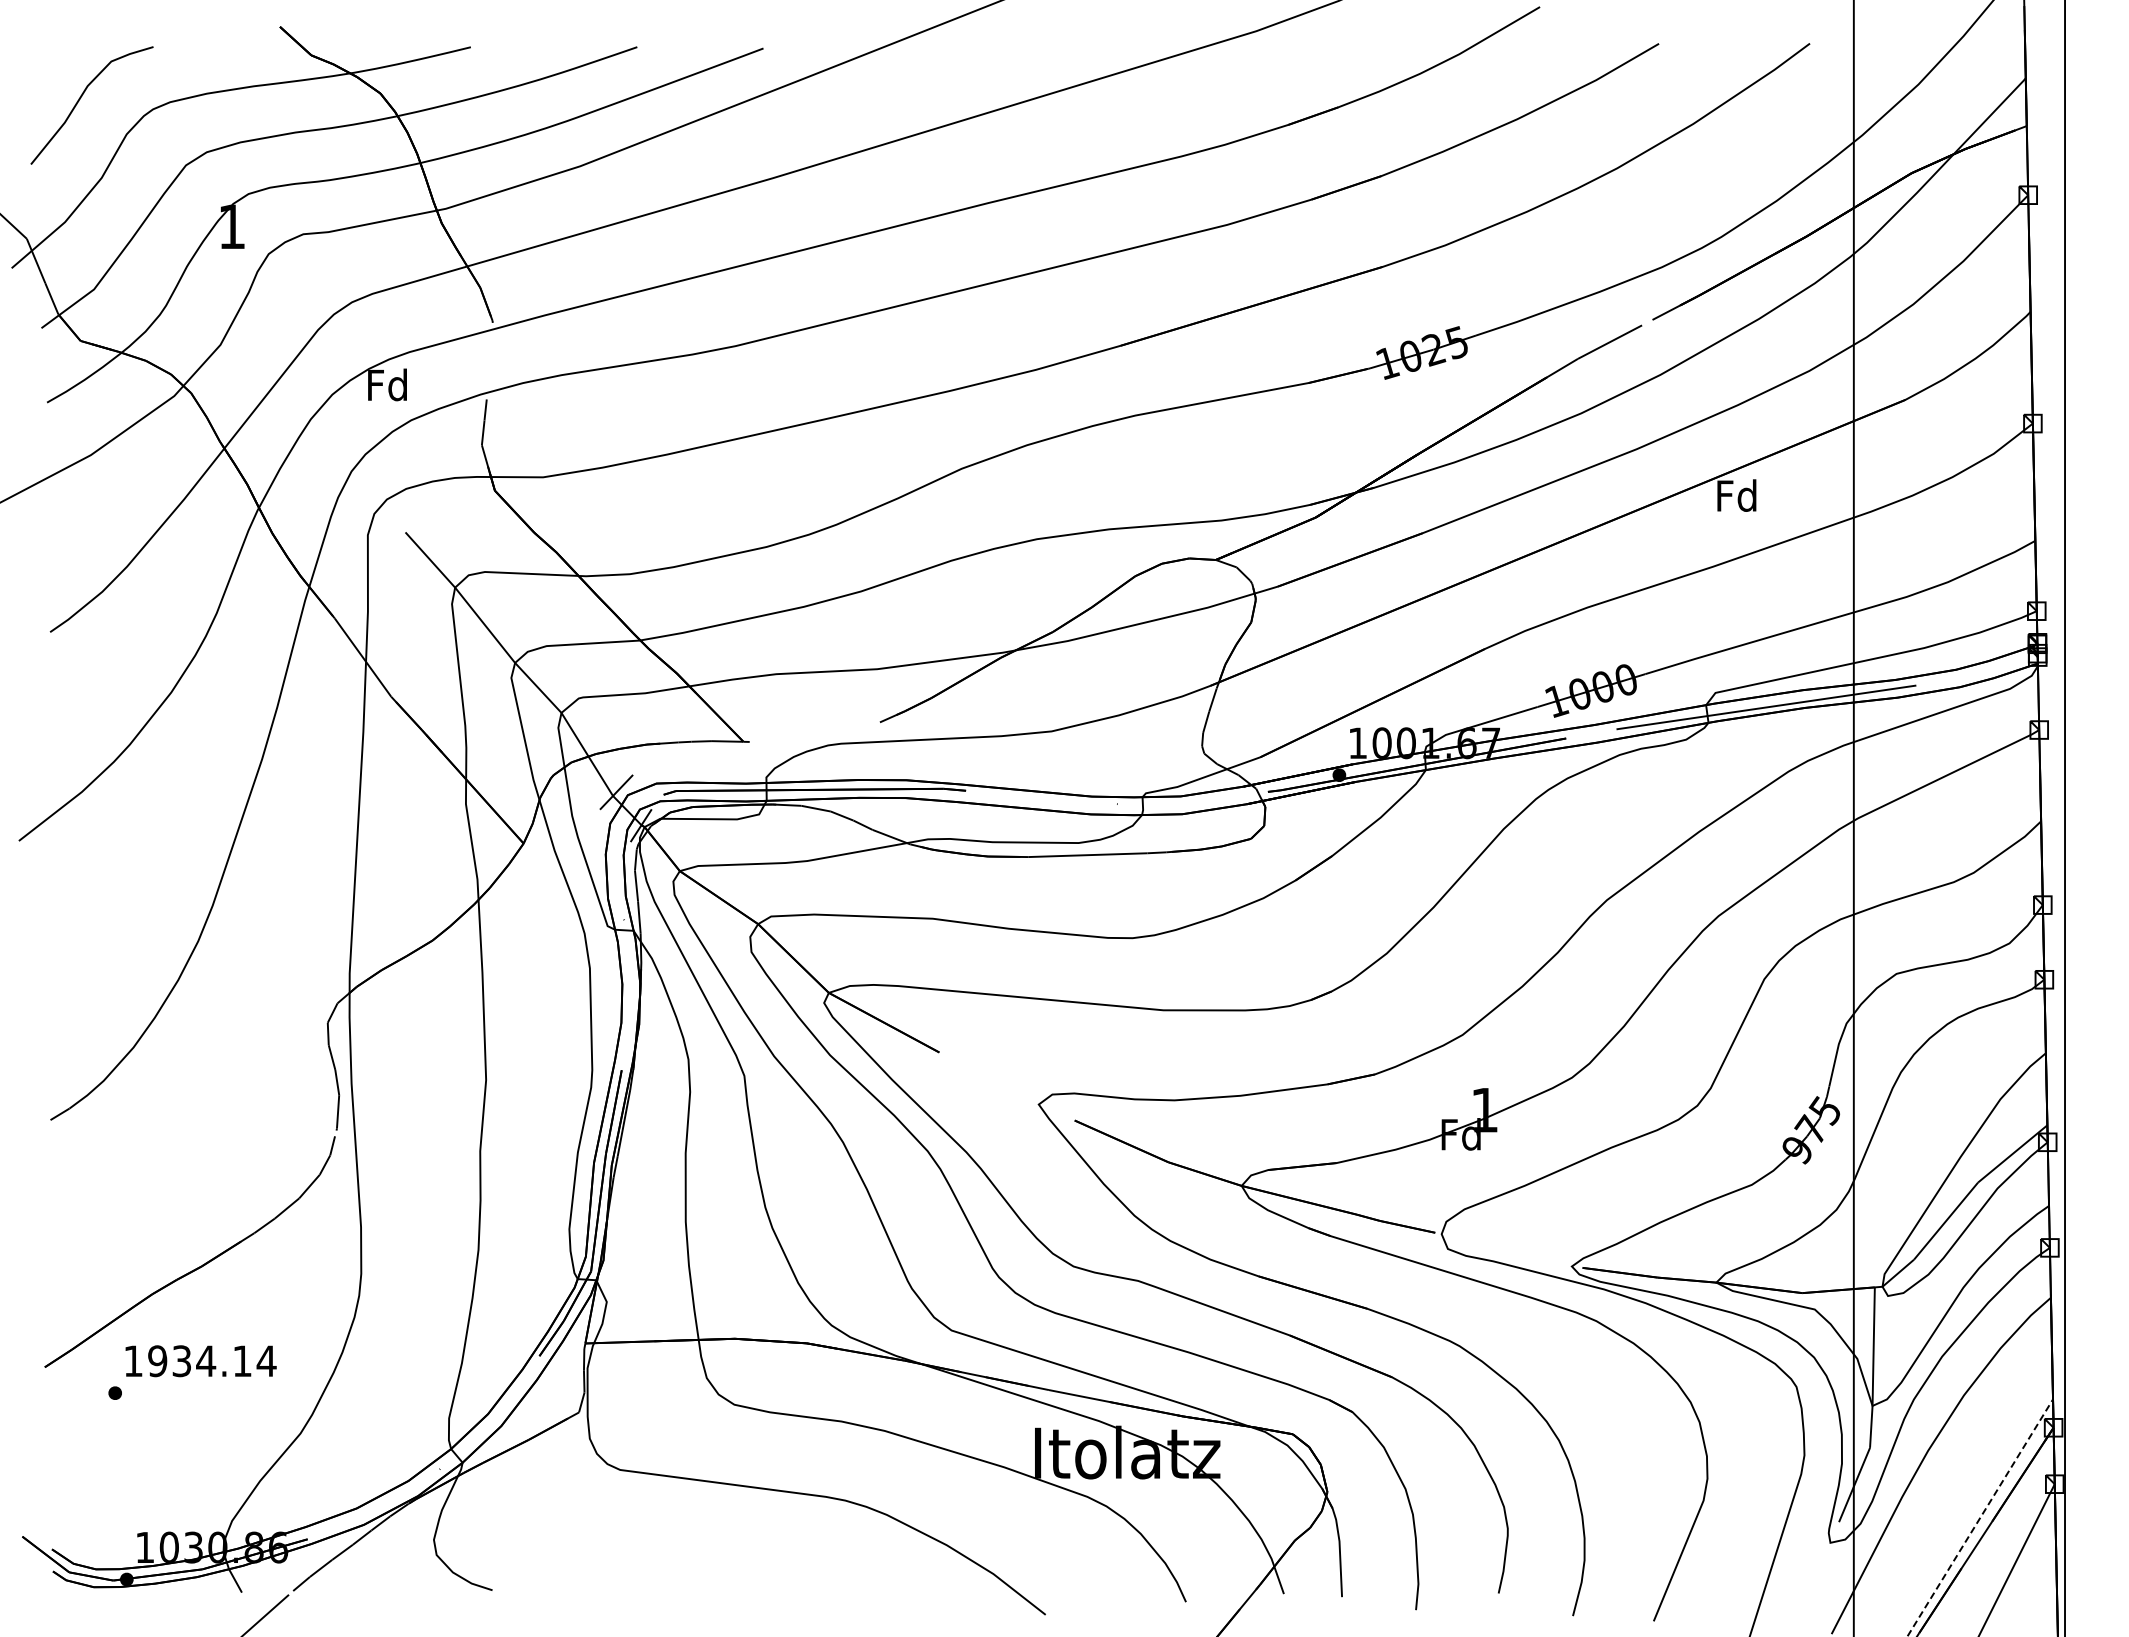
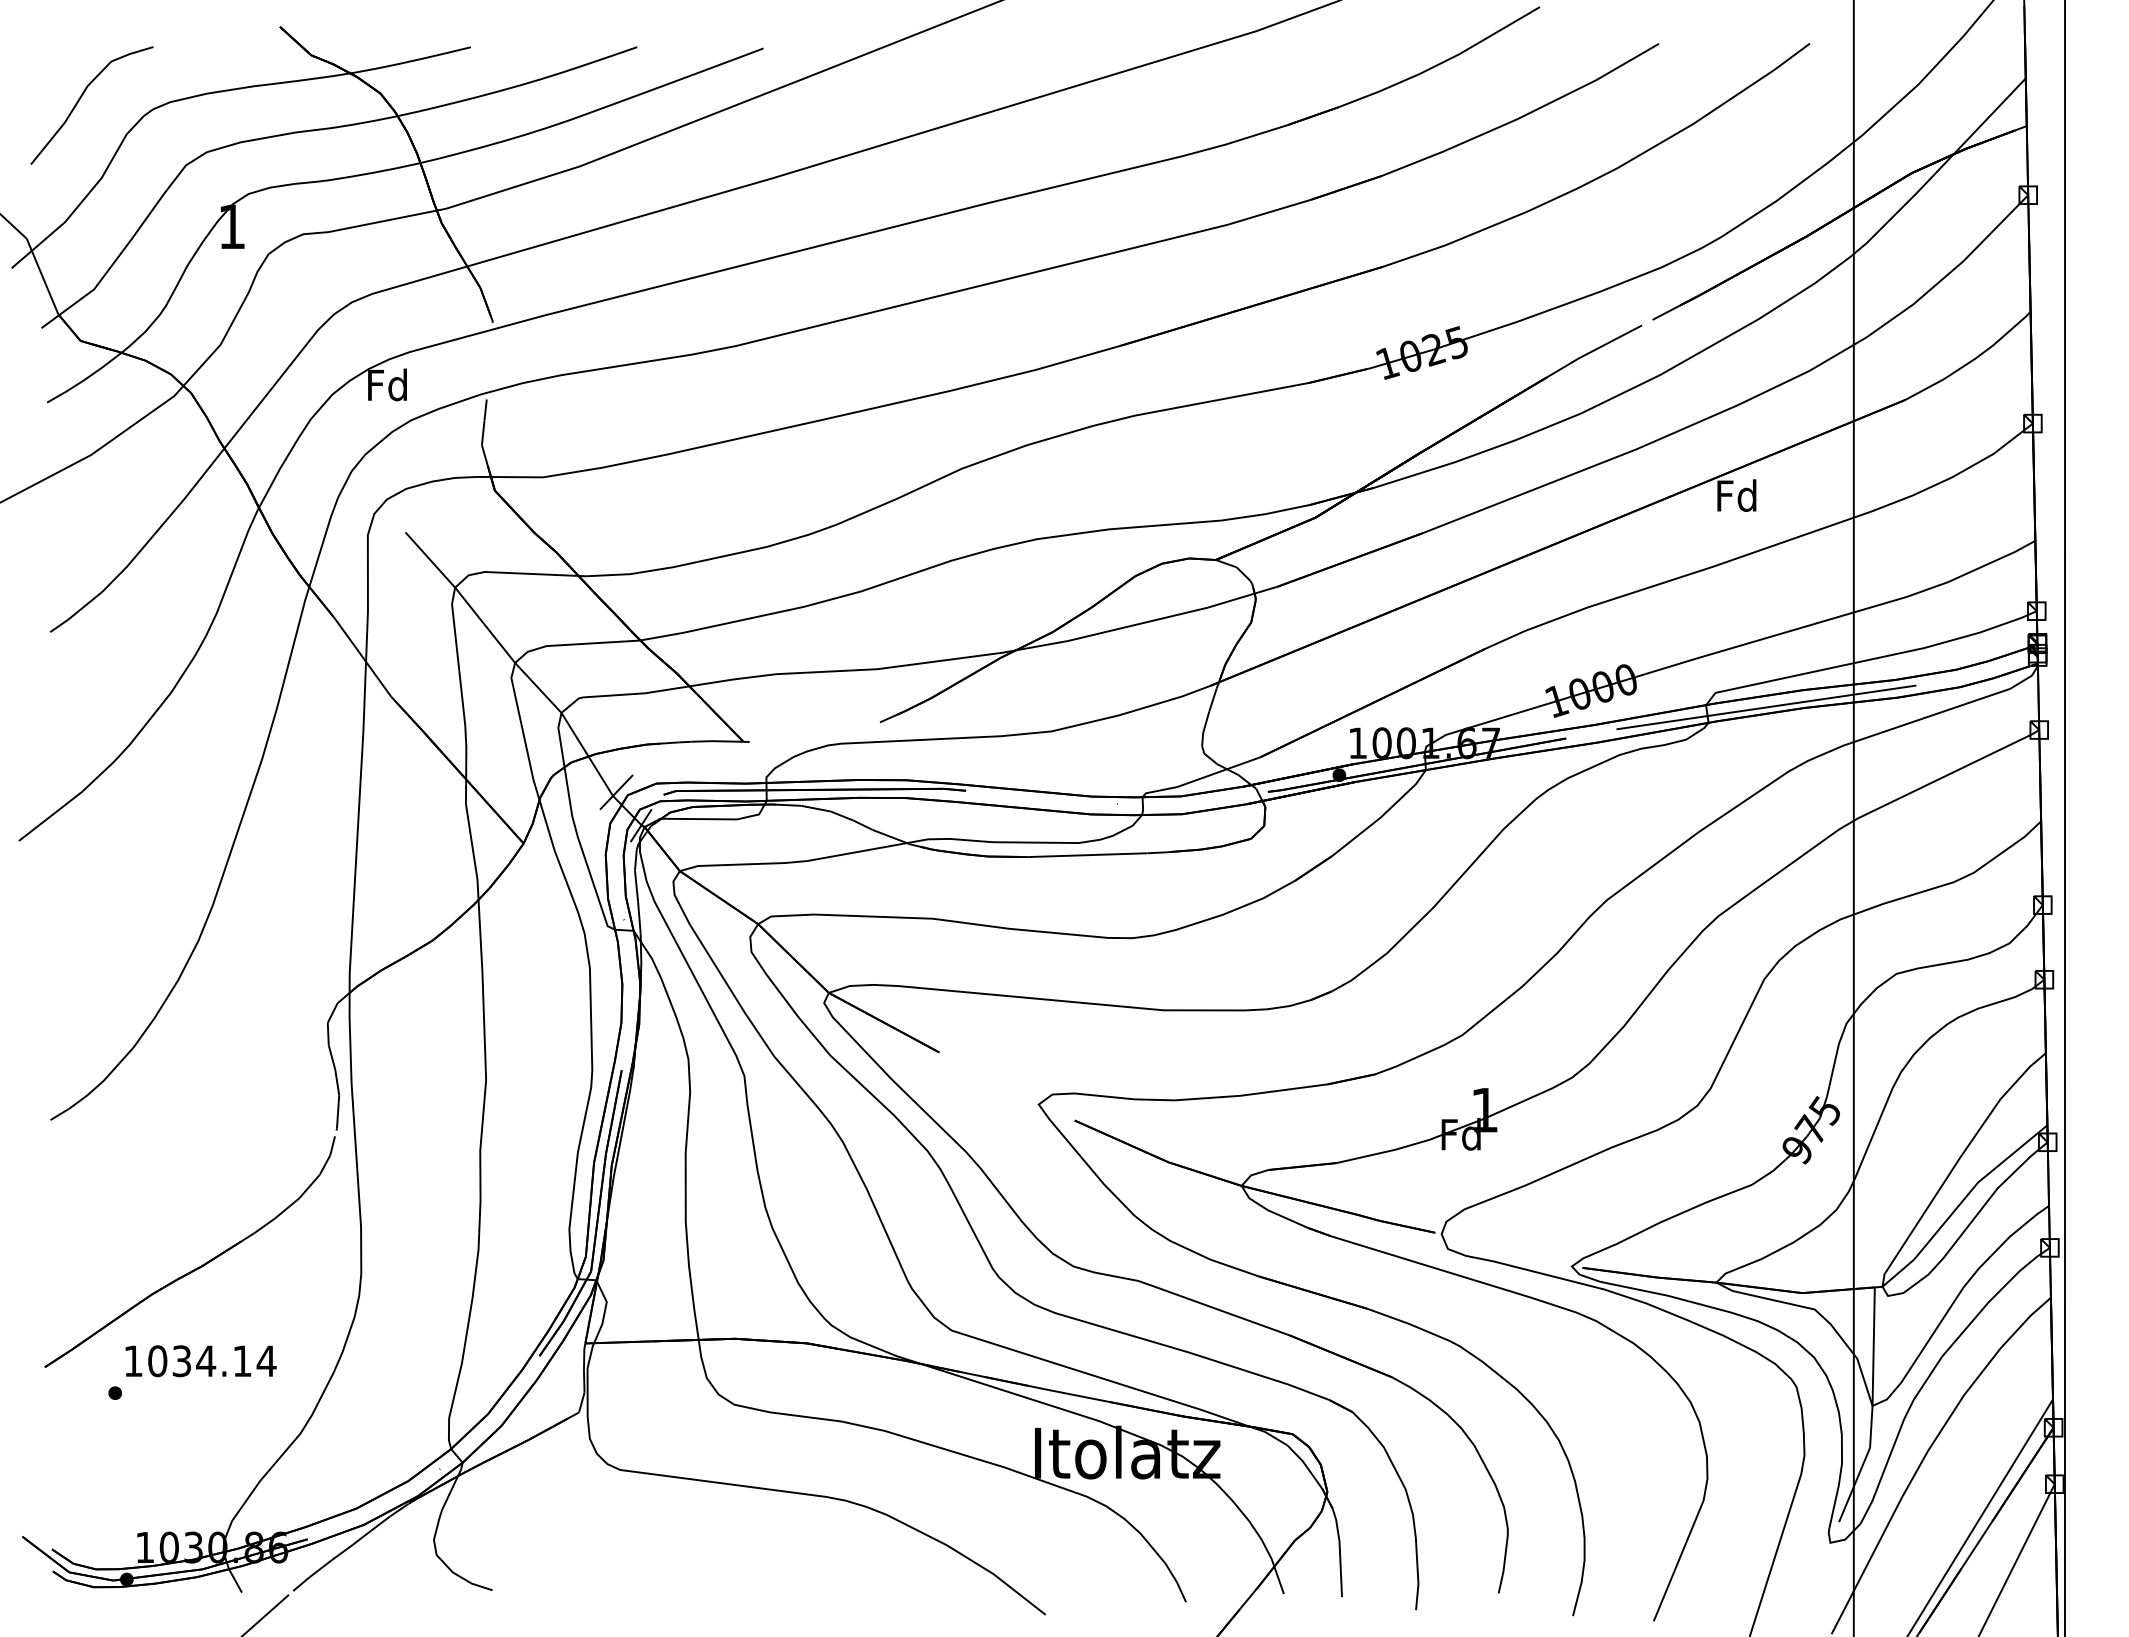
text at (157, 1361): 1934.14 -> 1034.14
line at (1980, 1517): dashed -> solid
